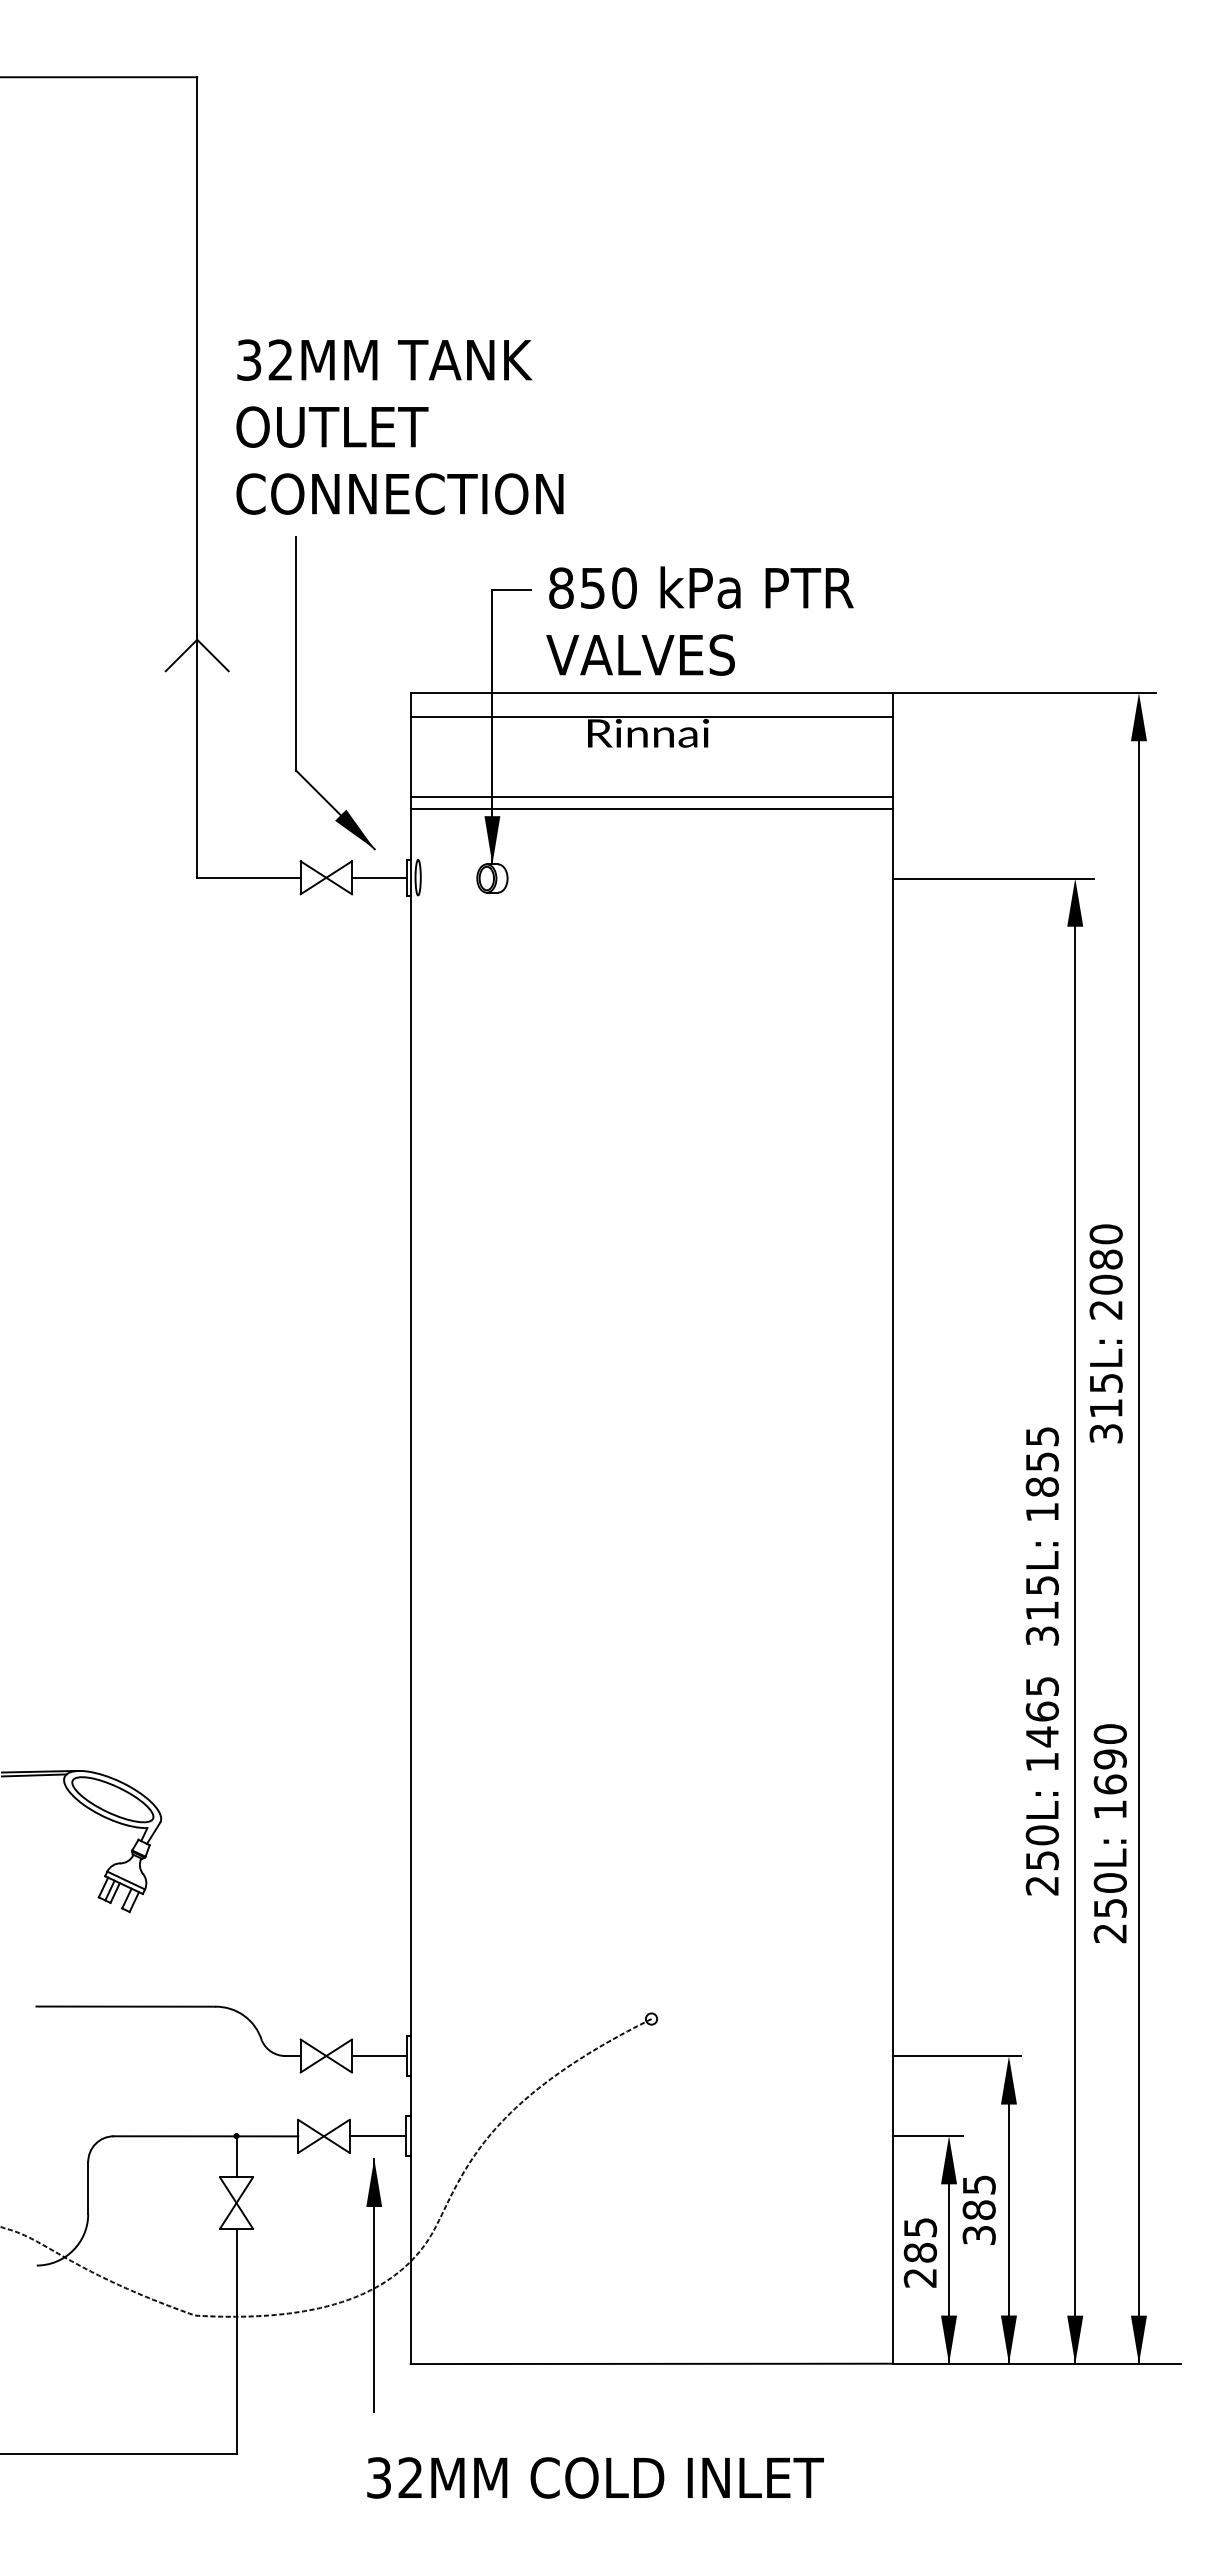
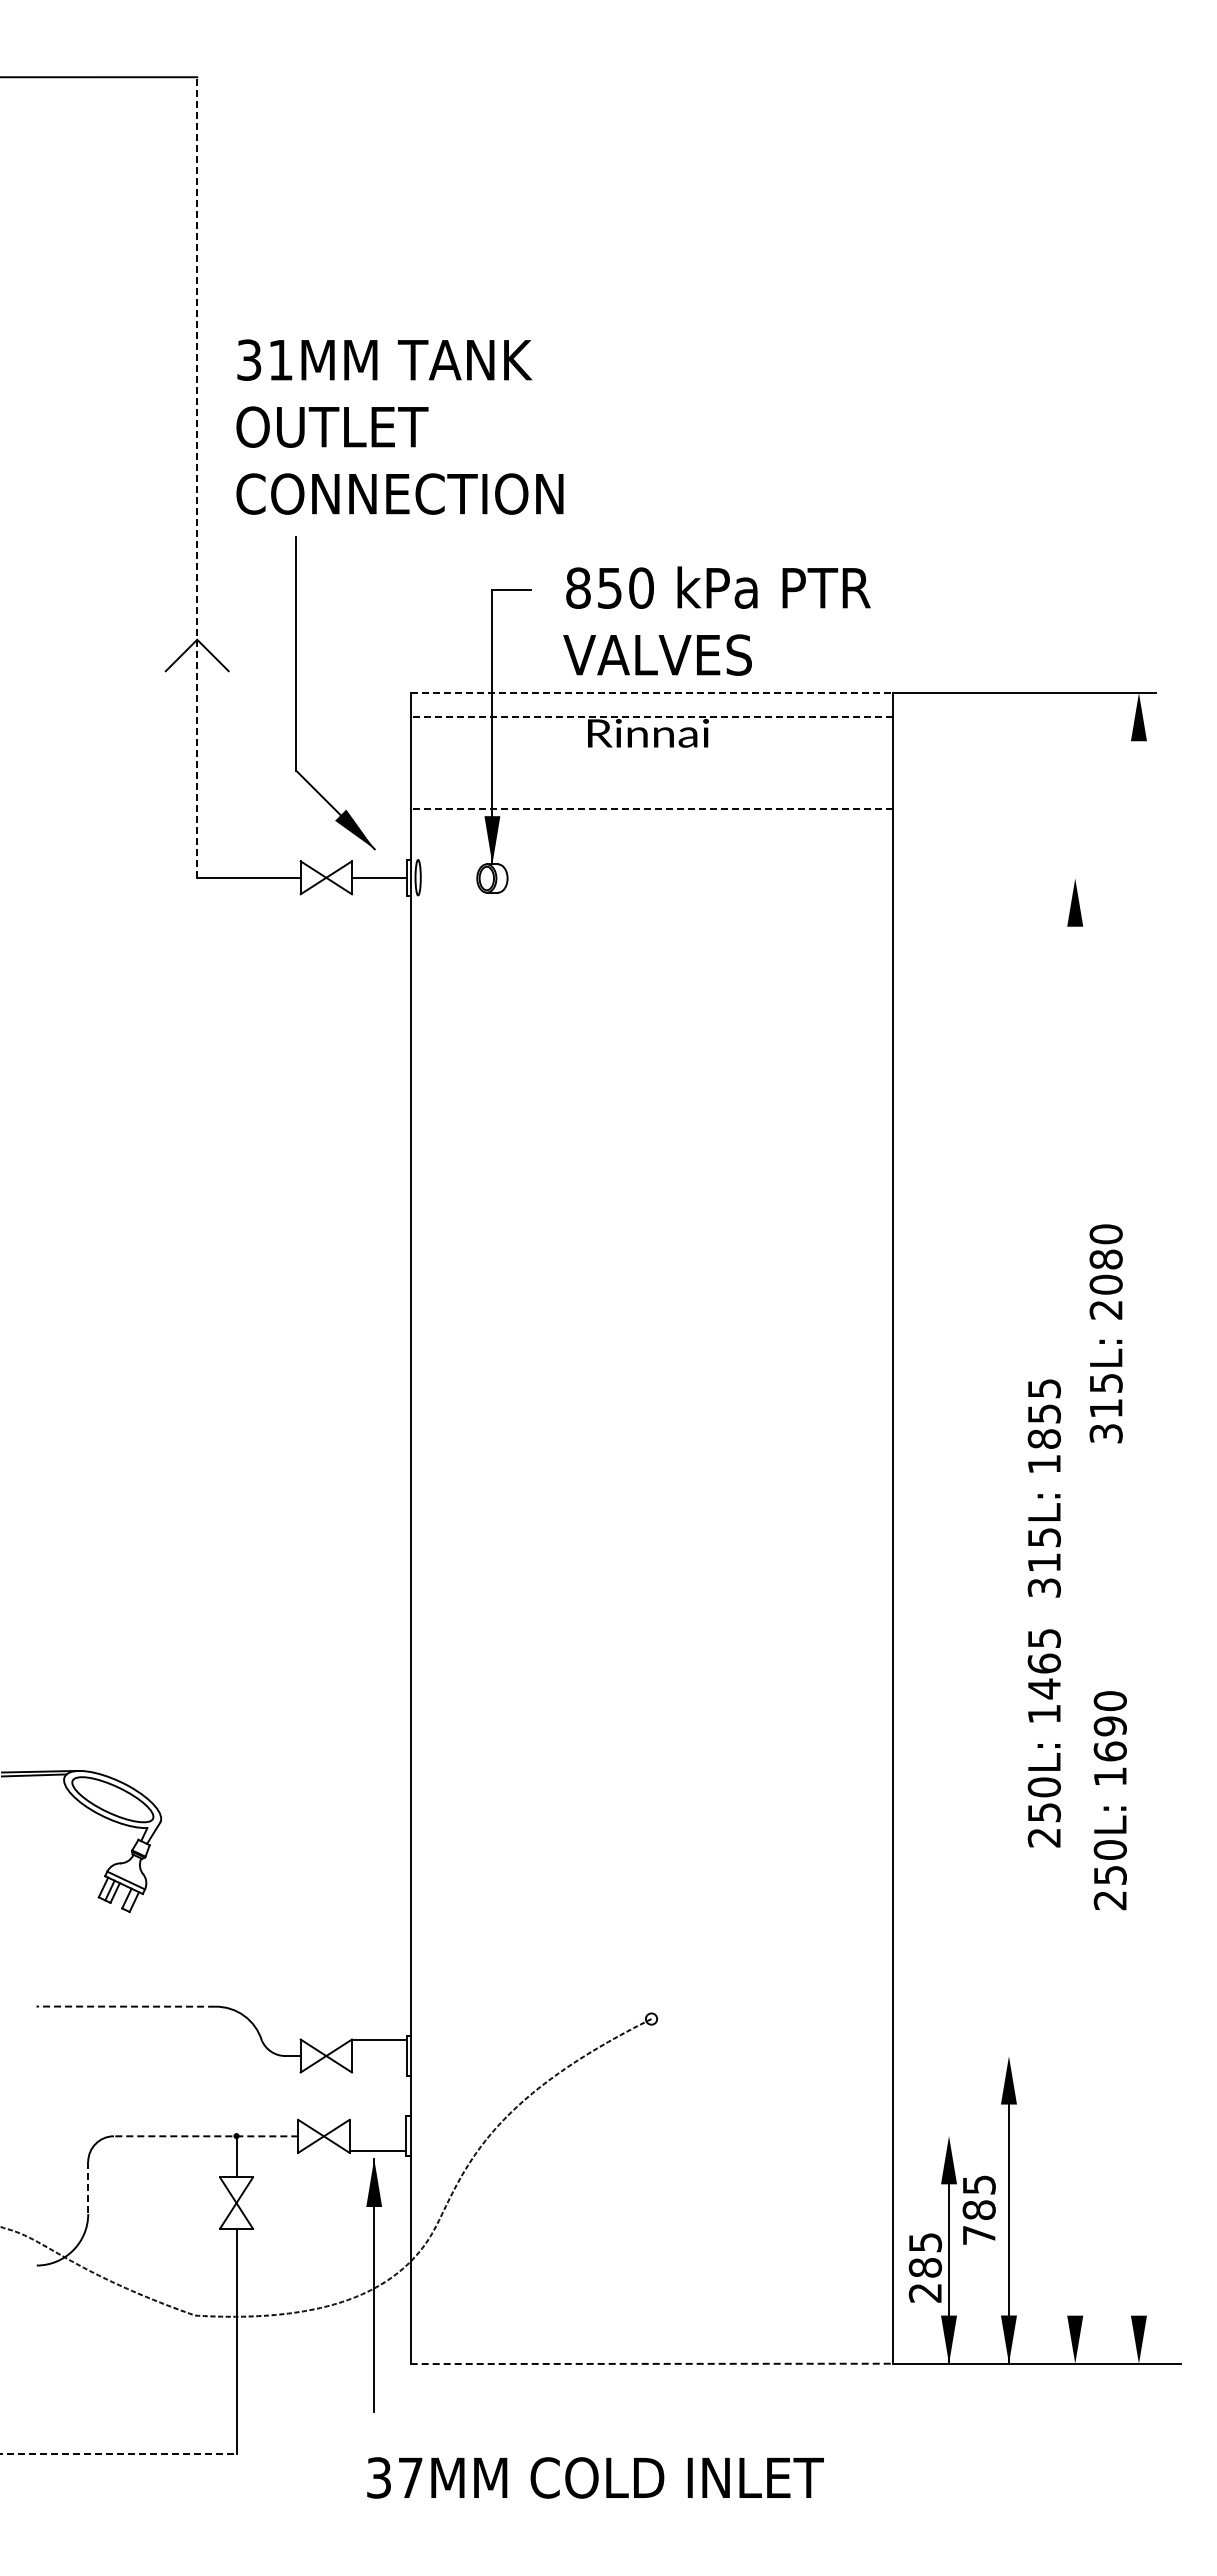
text at (280, 359): 32MM -> 31MM
line at (197, 477): solid -> dashed
text at (699, 620) position: (699, 620) -> (716, 620)
line at (652, 693): solid -> dashed
line at (651, 717): solid -> dashed
line at (651, 796): present -> none
line at (651, 809): solid -> dashed
line at (992, 878): present -> none
line at (1138, 1552): present -> none
line at (1075, 1644): present -> none
text at (1041, 1661) position: (1041, 1661) -> (1043, 1613)
text at (1109, 1833) position: (1109, 1833) -> (1109, 1800)
line at (125, 2006): solid -> dashed
line at (378, 2056) position: (378, 2056) -> (378, 2040)
line at (956, 2056): present -> none
line at (205, 2136): solid -> dashed
line at (377, 2136) position: (377, 2136) -> (377, 2151)
line at (927, 2136): present -> none
line at (88, 2188): solid -> dashed
text at (978, 2235): 385 -> 785
text at (920, 2252) position: (920, 2252) -> (925, 2267)
line at (652, 2363): solid -> dashed
line at (118, 2454): solid -> dashed
text at (410, 2477): 32MM -> 37MM
